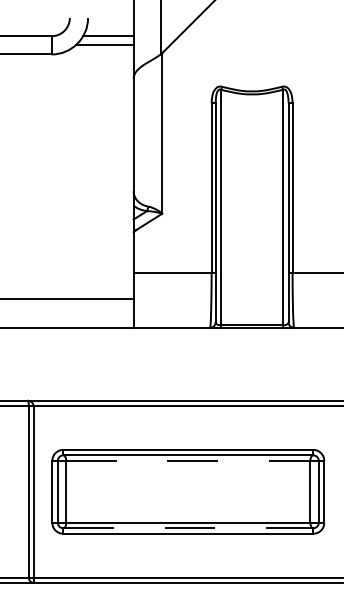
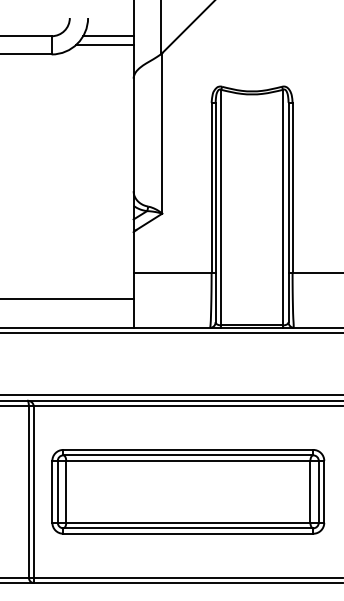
line at (171, 333): none -> present
line at (171, 395): none -> present
line at (188, 460): dashed -> solid
line at (188, 528): dashed -> solid
